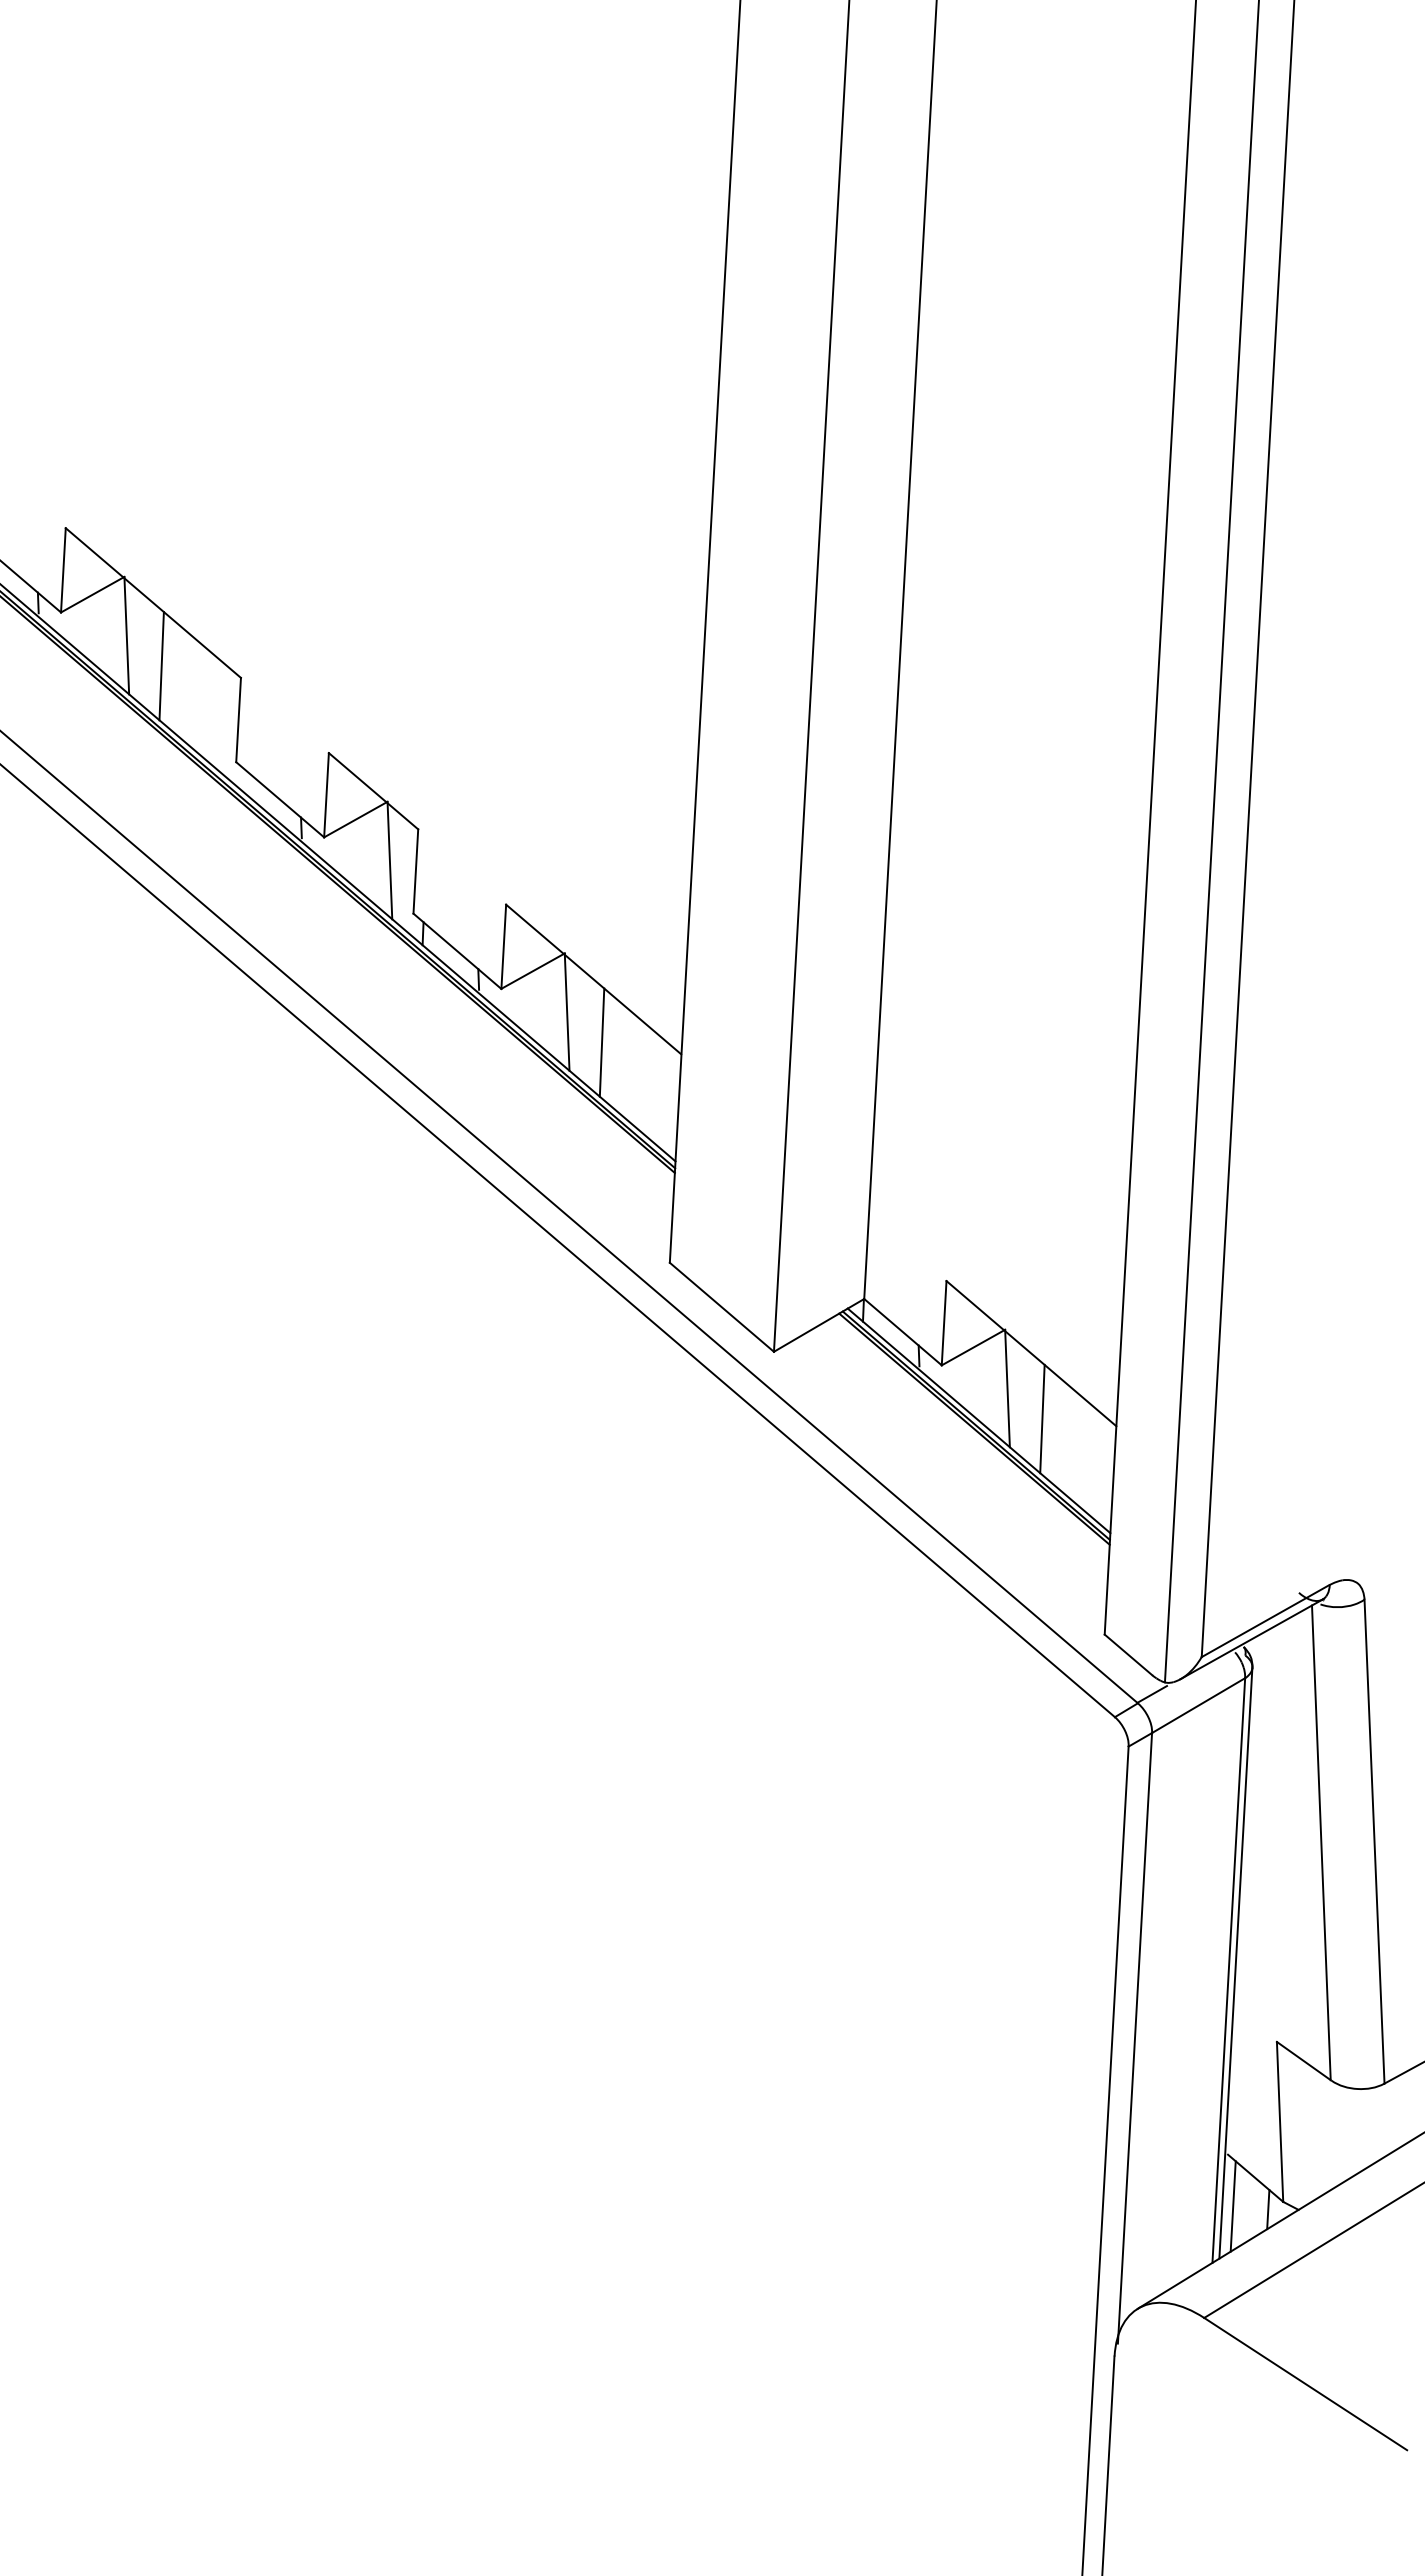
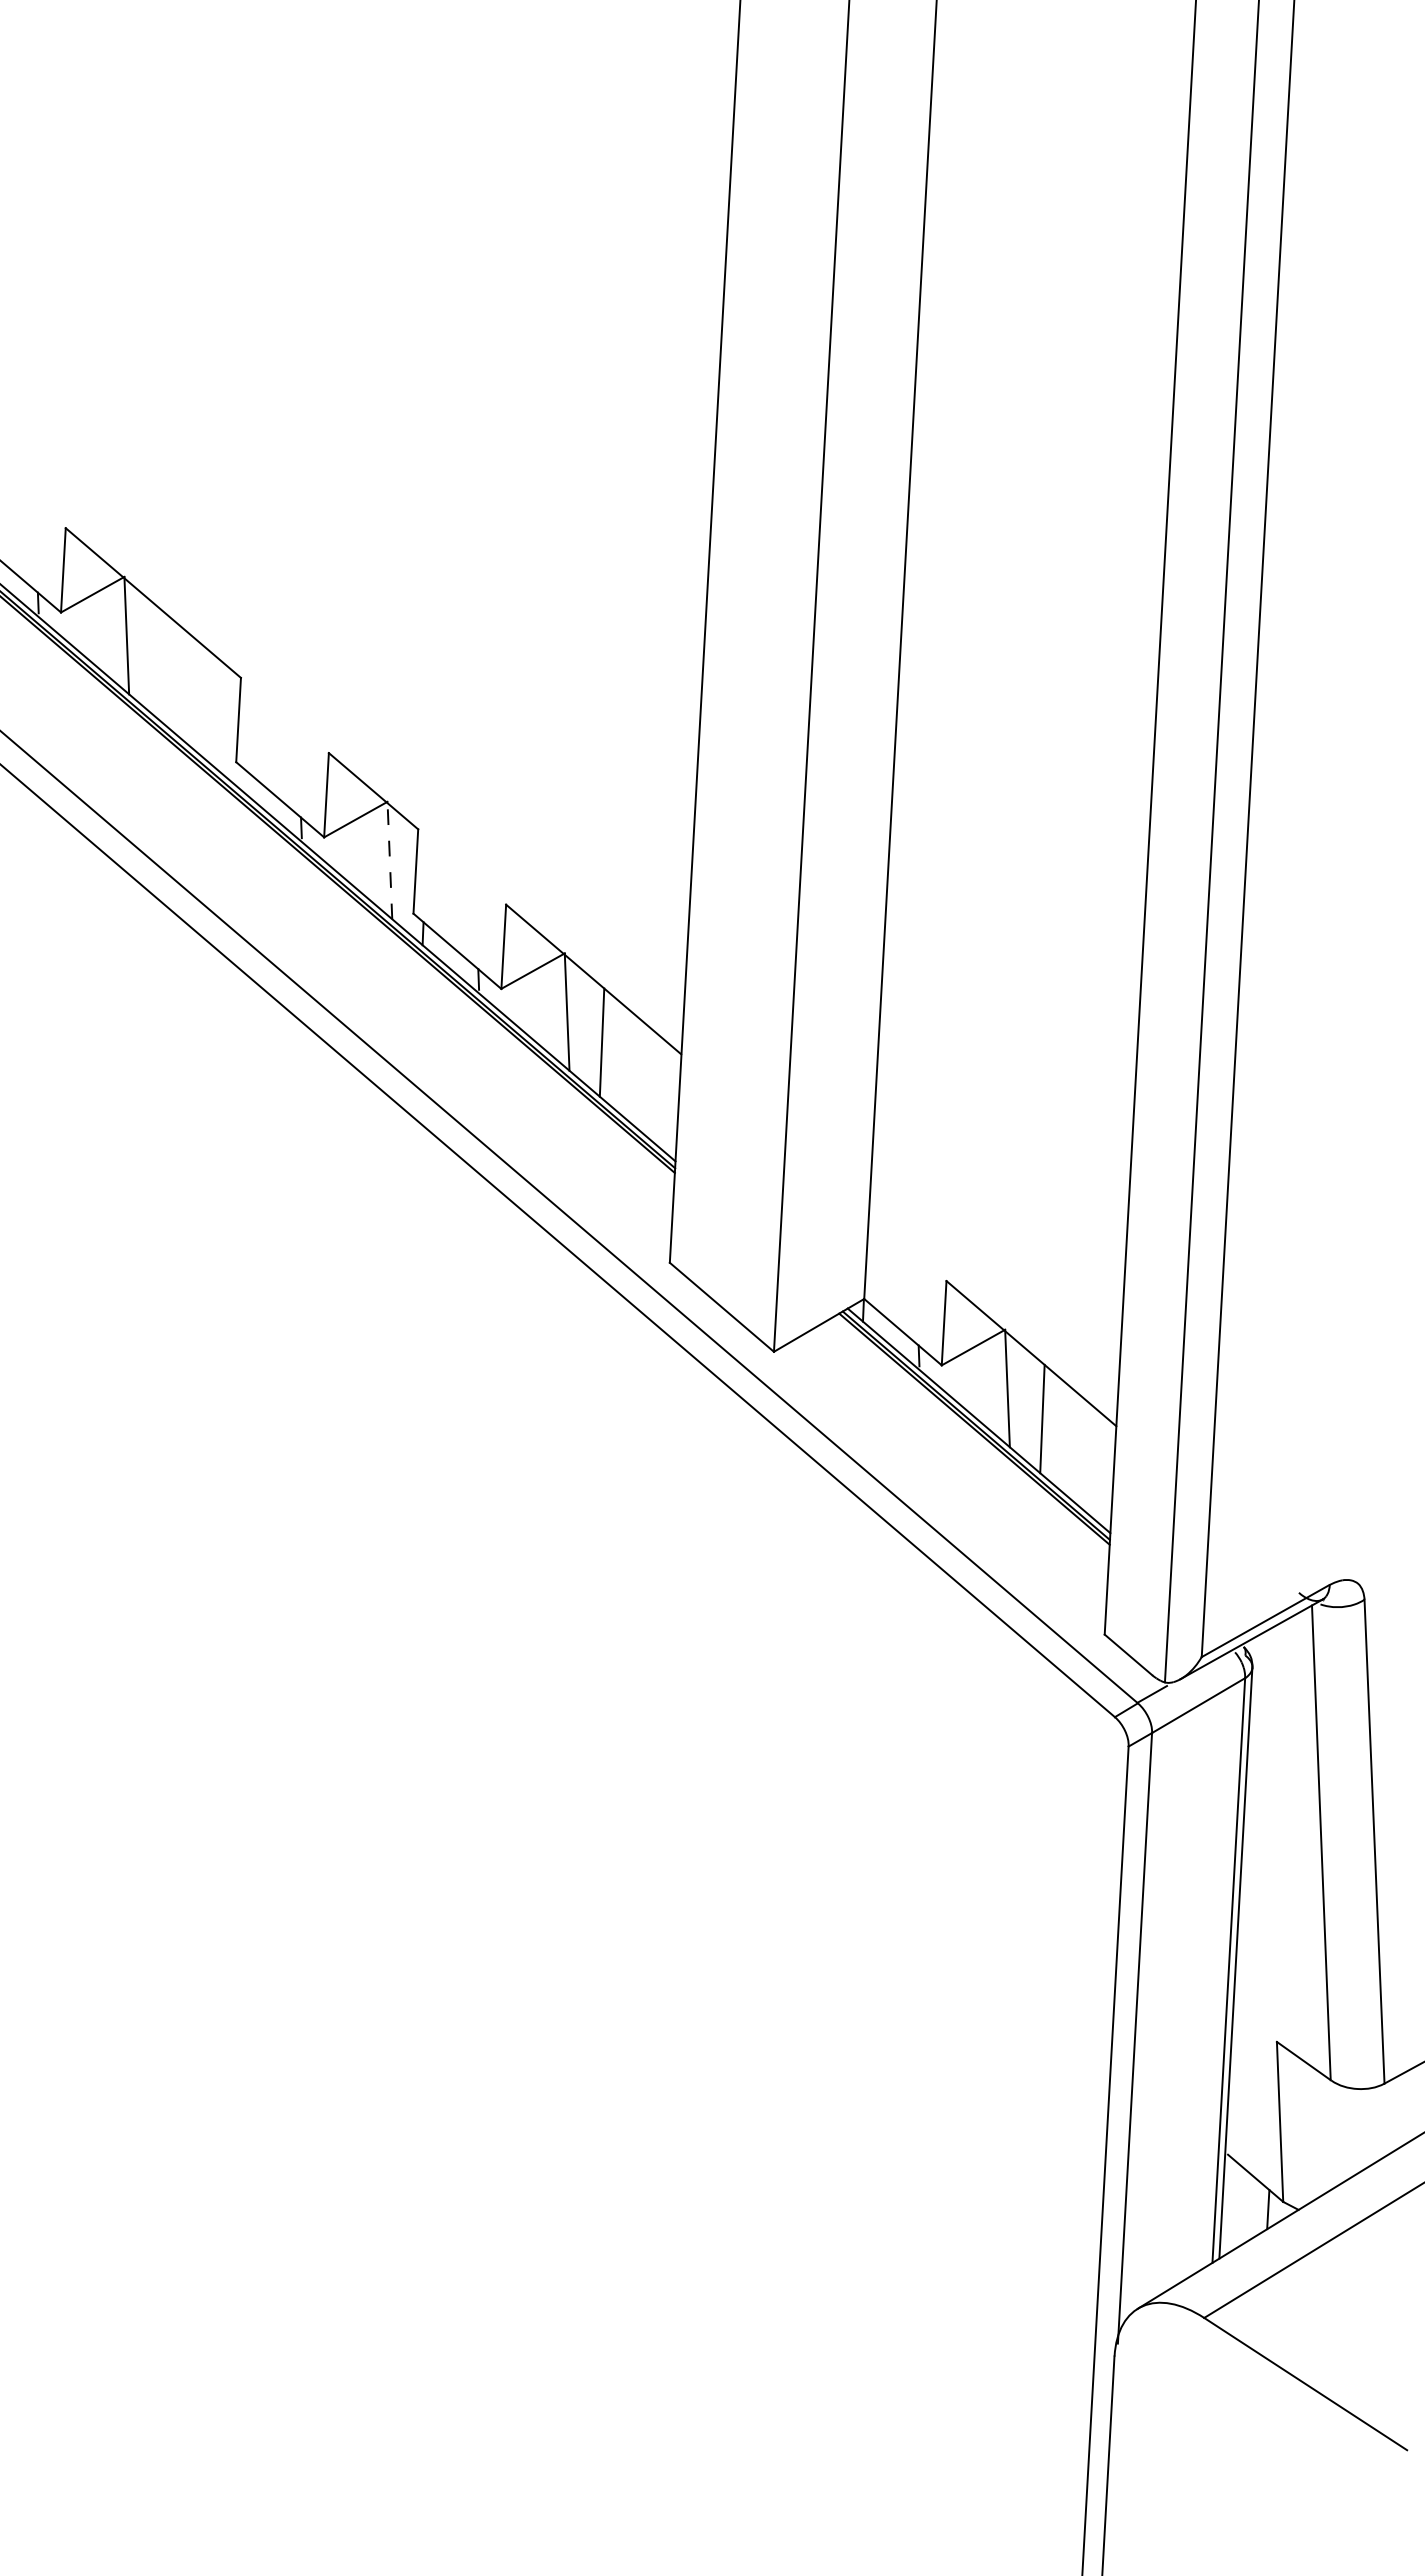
line at (161, 666): present -> none
line at (389, 860): solid -> dashed
line at (1232, 2206): present -> none
